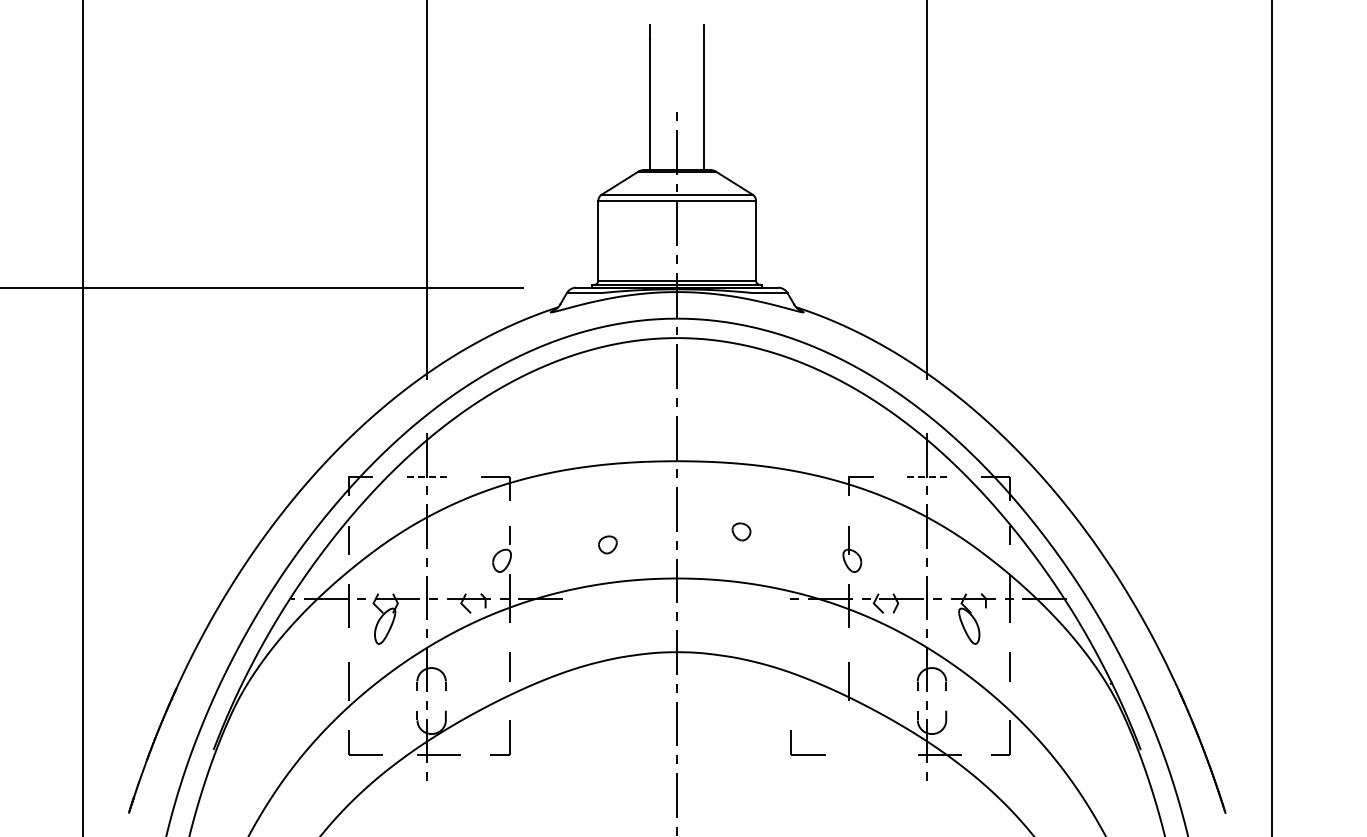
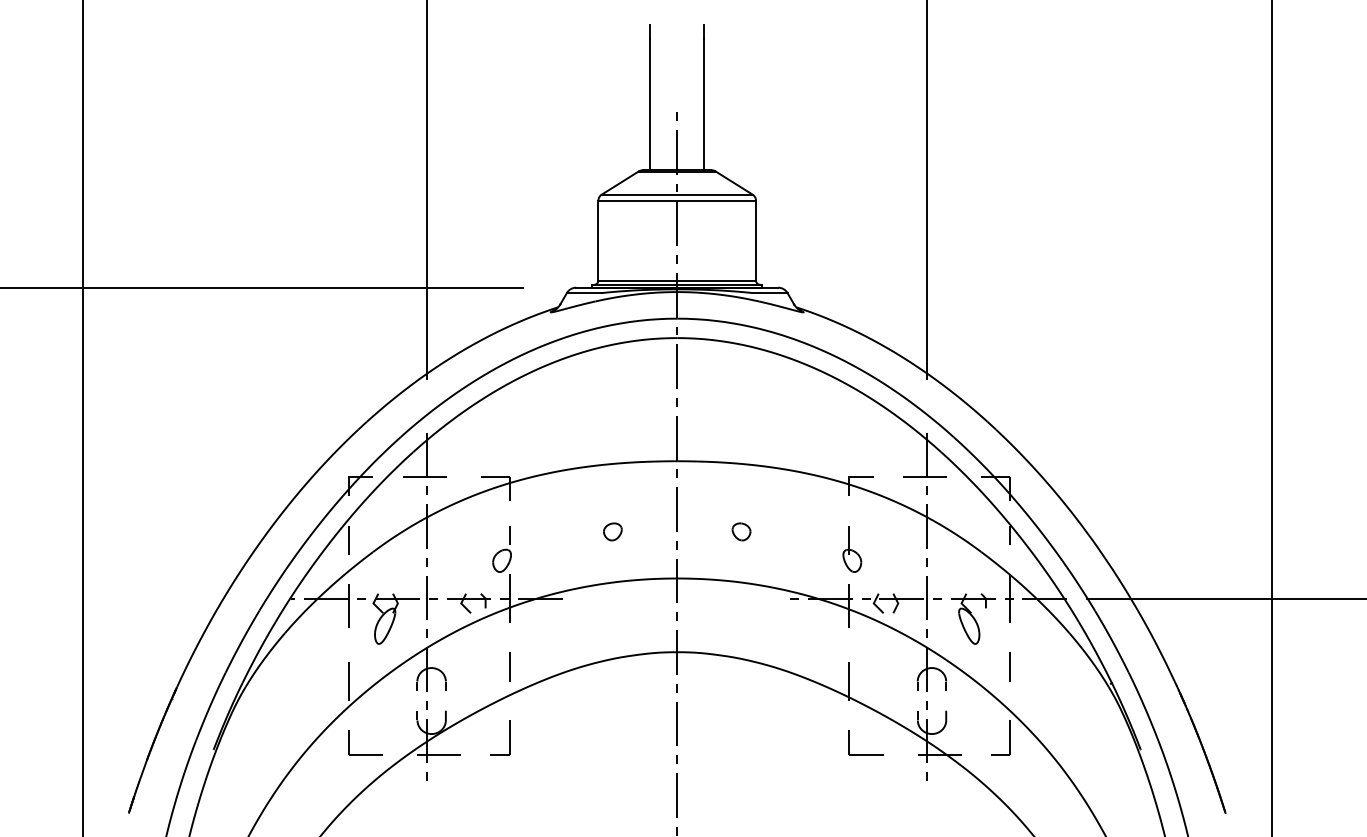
line at (424, 476): dashed -> solid
line at (925, 476): dashed -> solid
part at (607, 544) position: (607, 544) -> (612, 531)
line at (1224, 598): none -> present
part at (807, 754) position: (807, 754) -> (865, 754)
